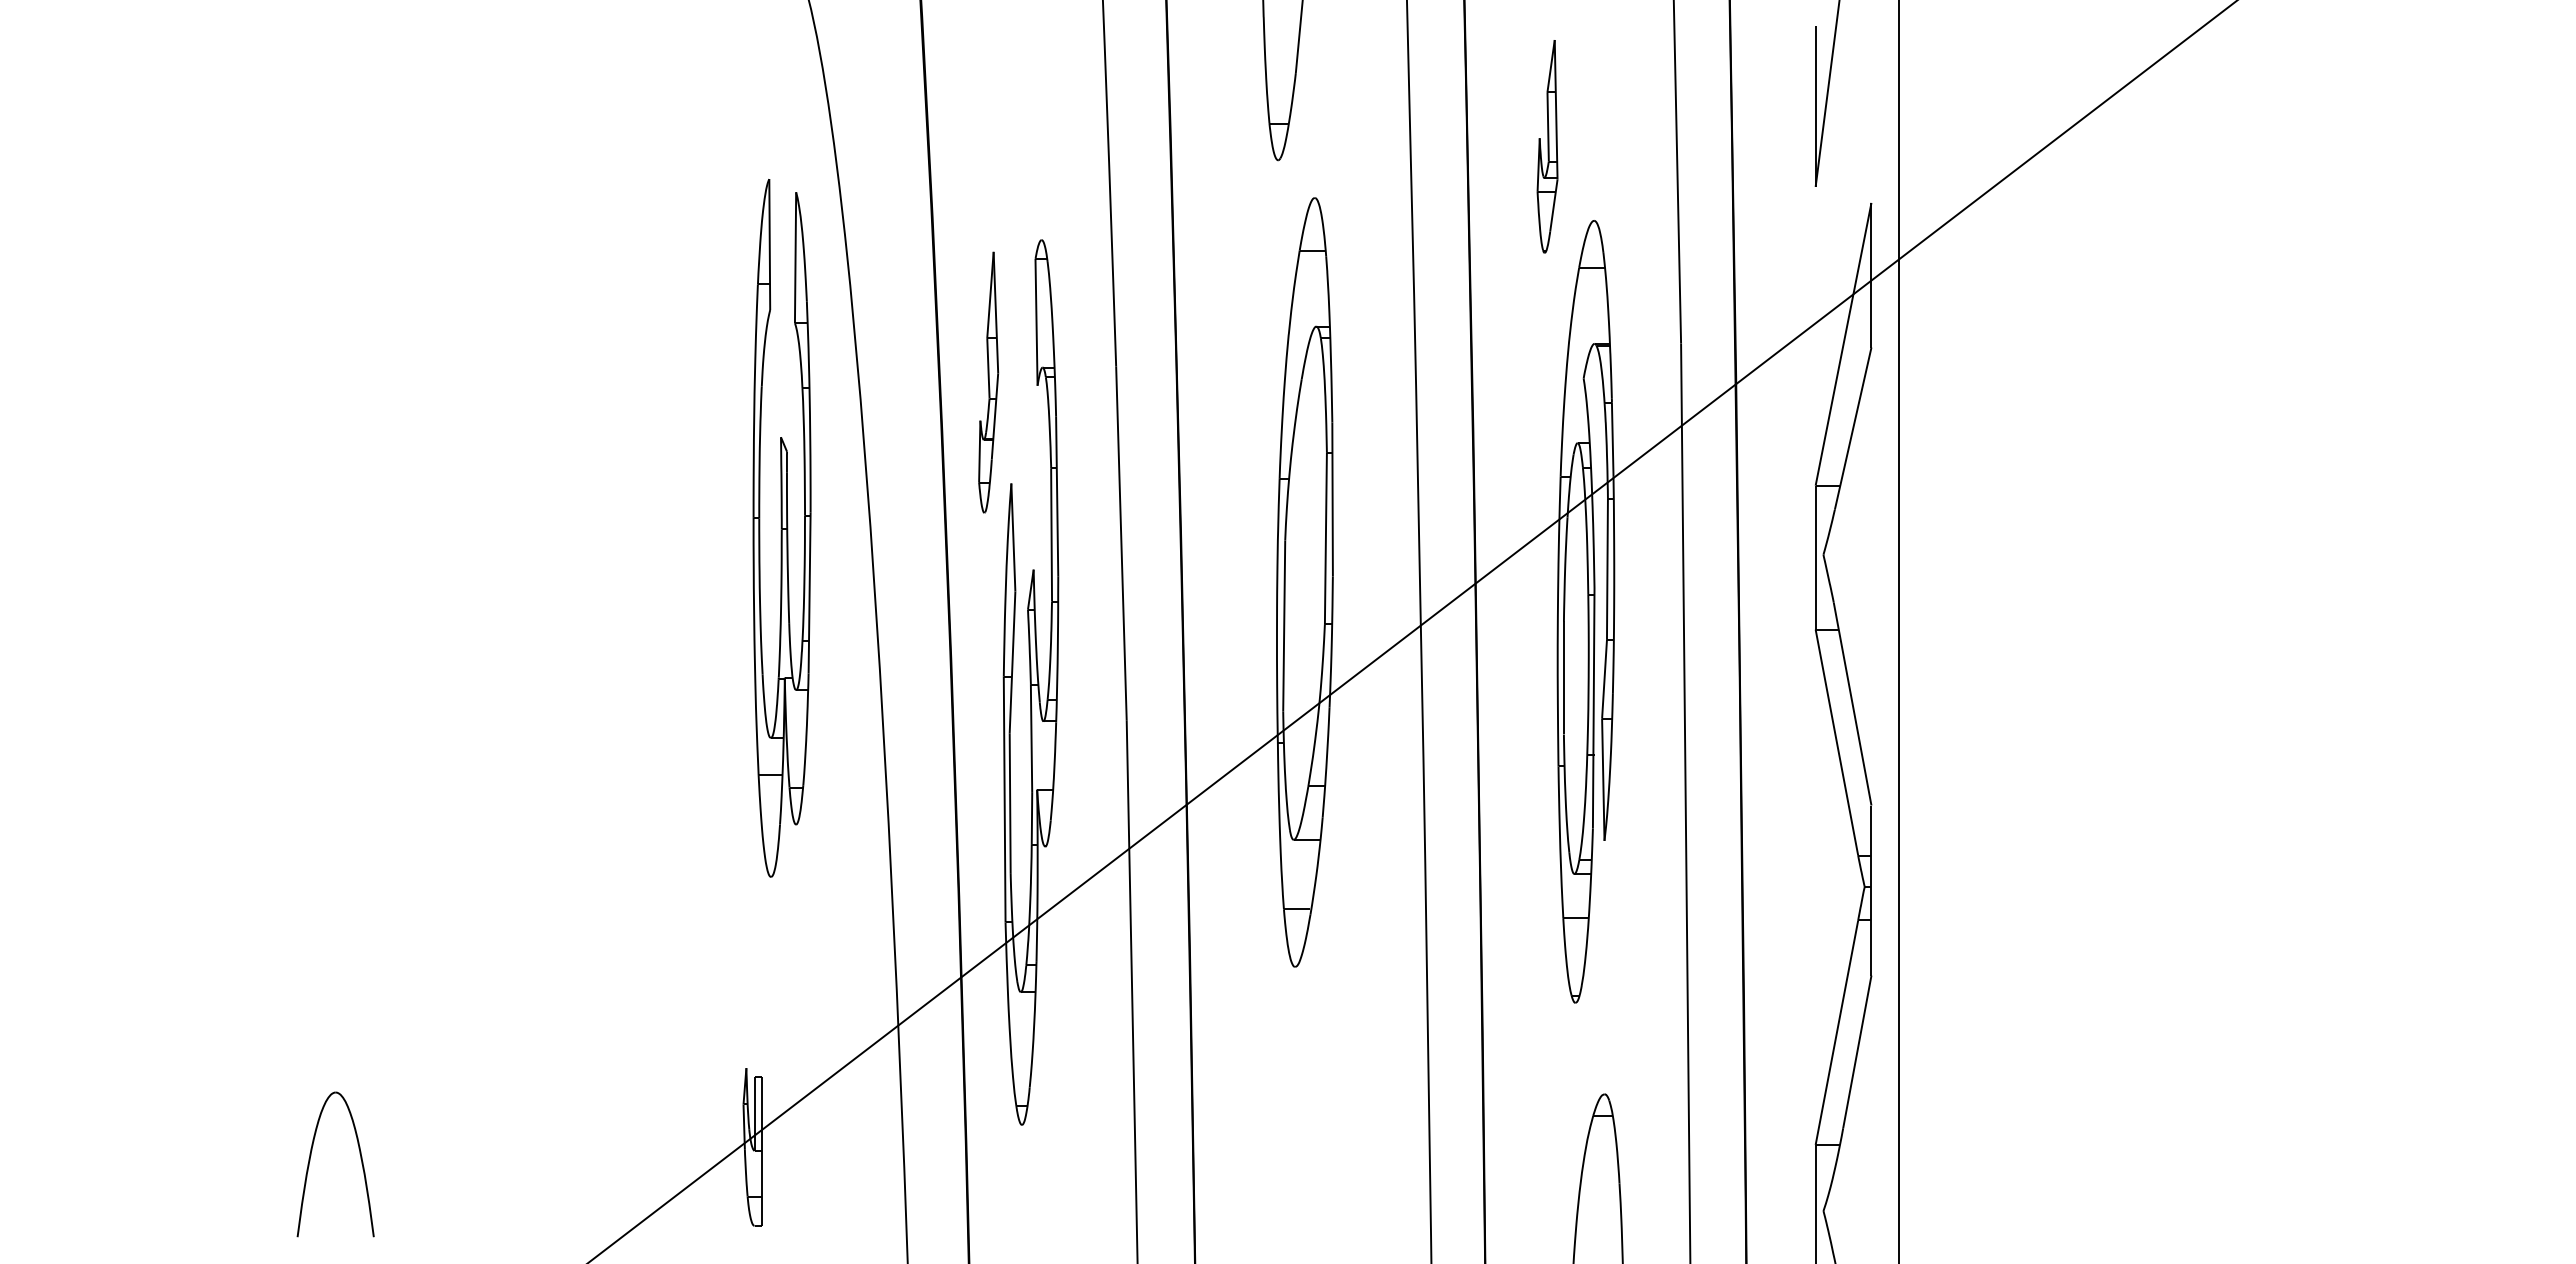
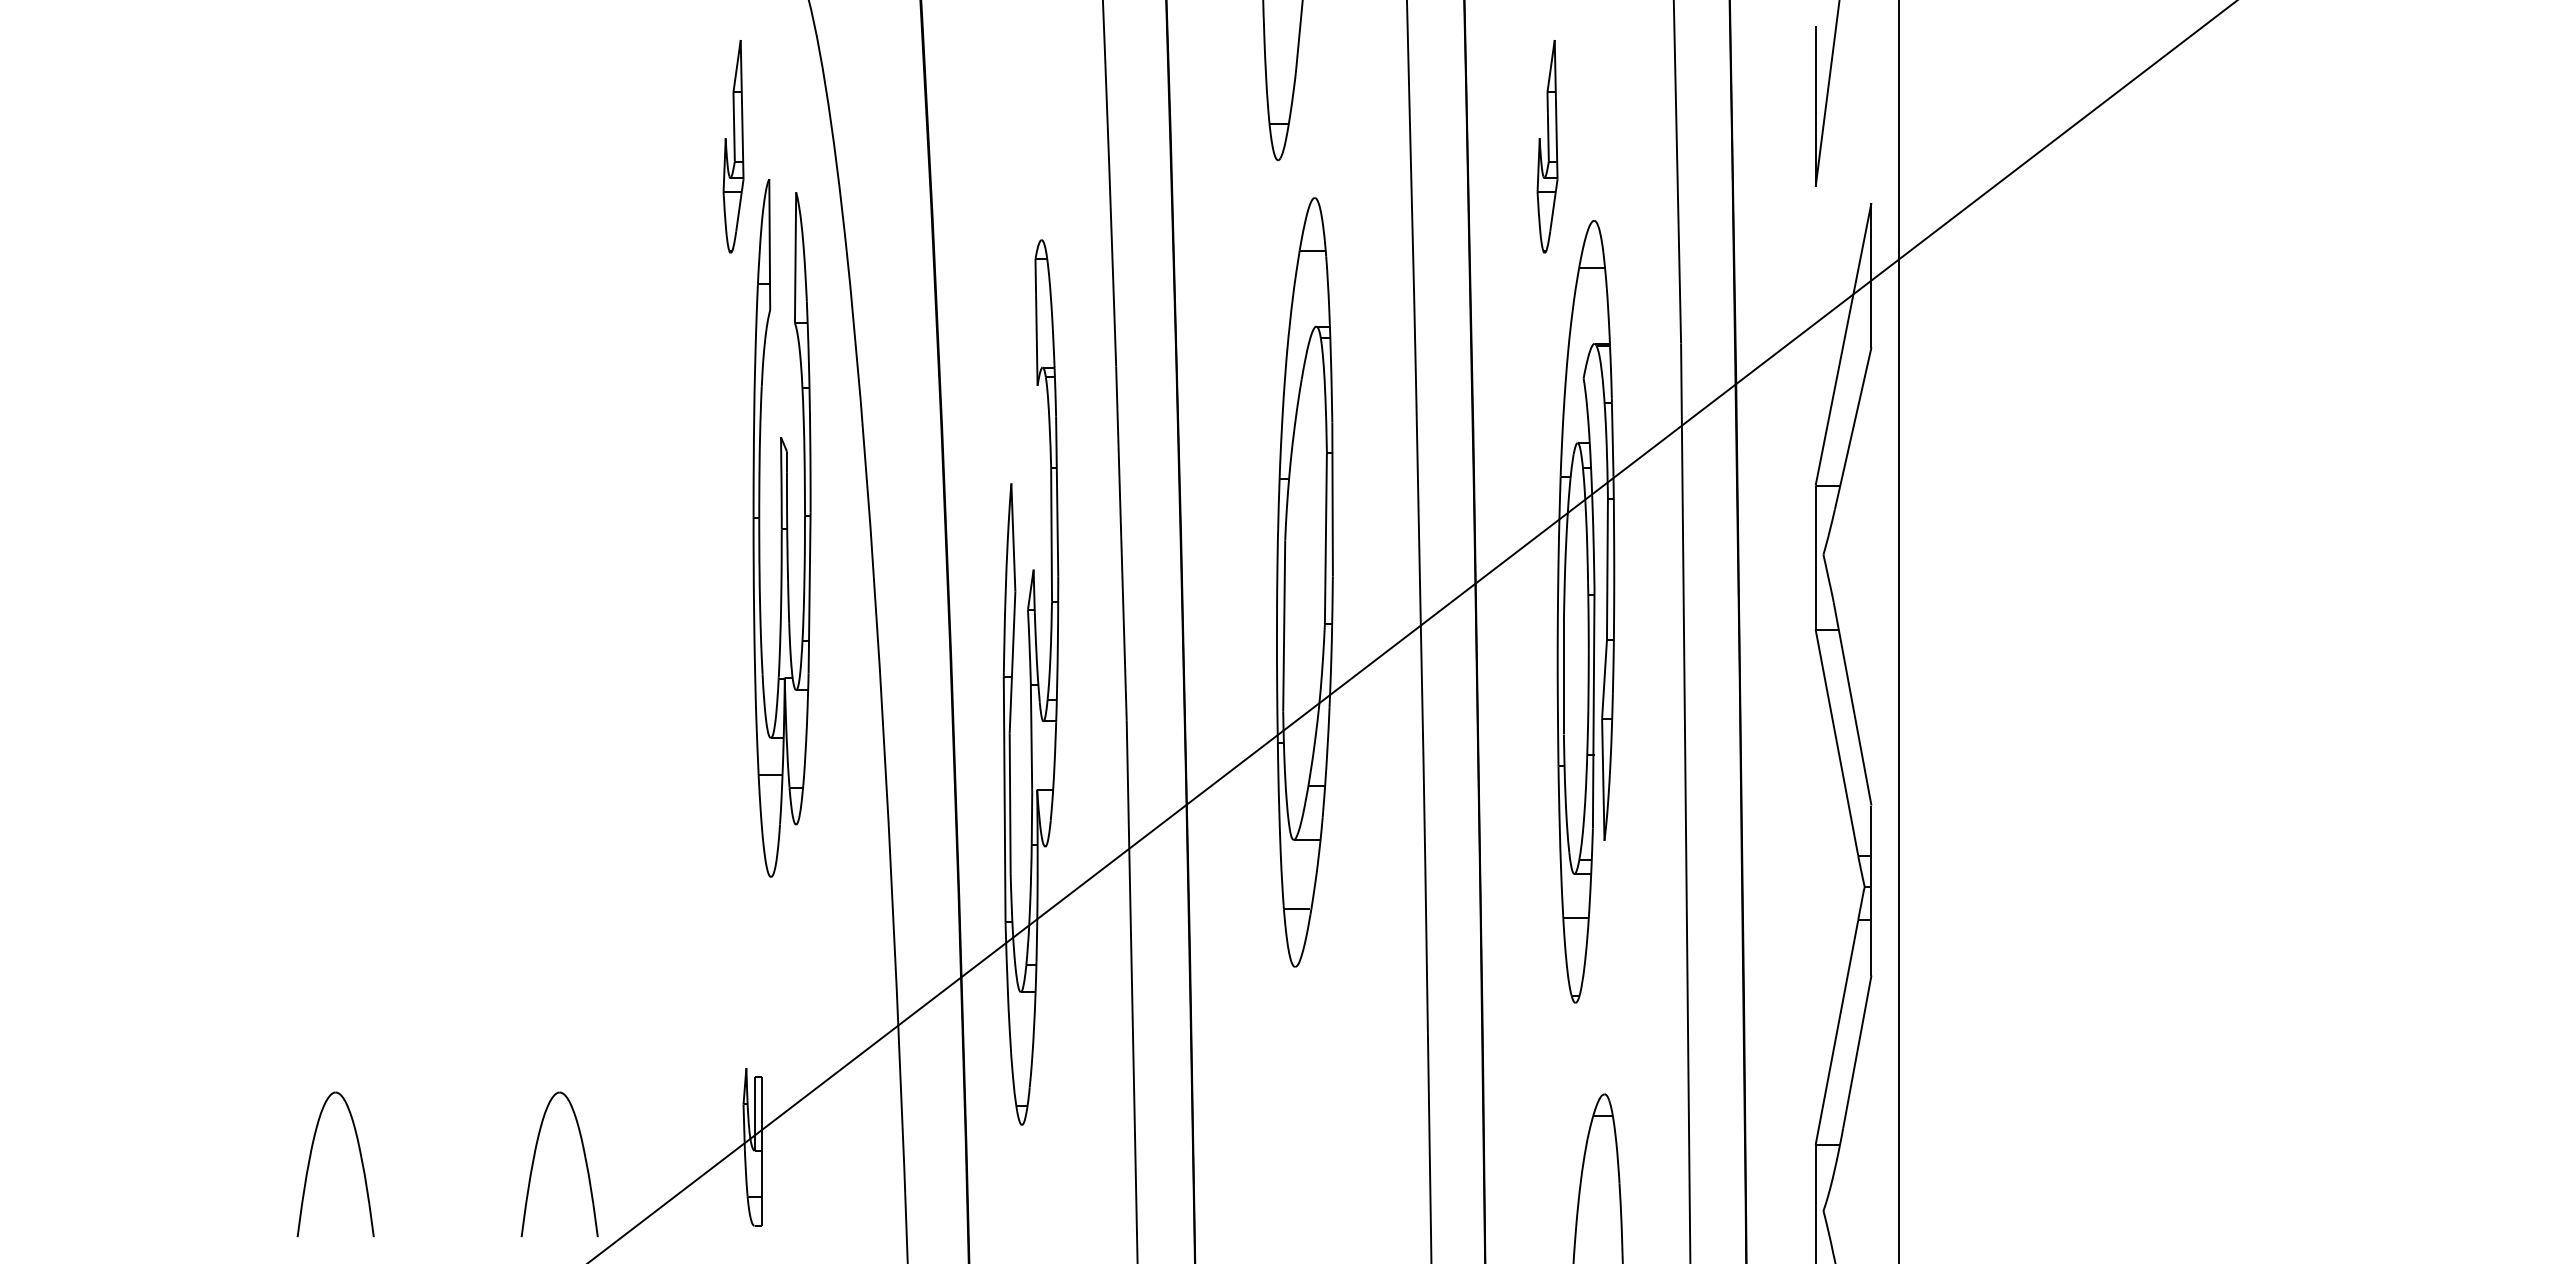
part at (733, 146): none -> present
part at (988, 382): present -> none
part at (534, 1161): none -> present
